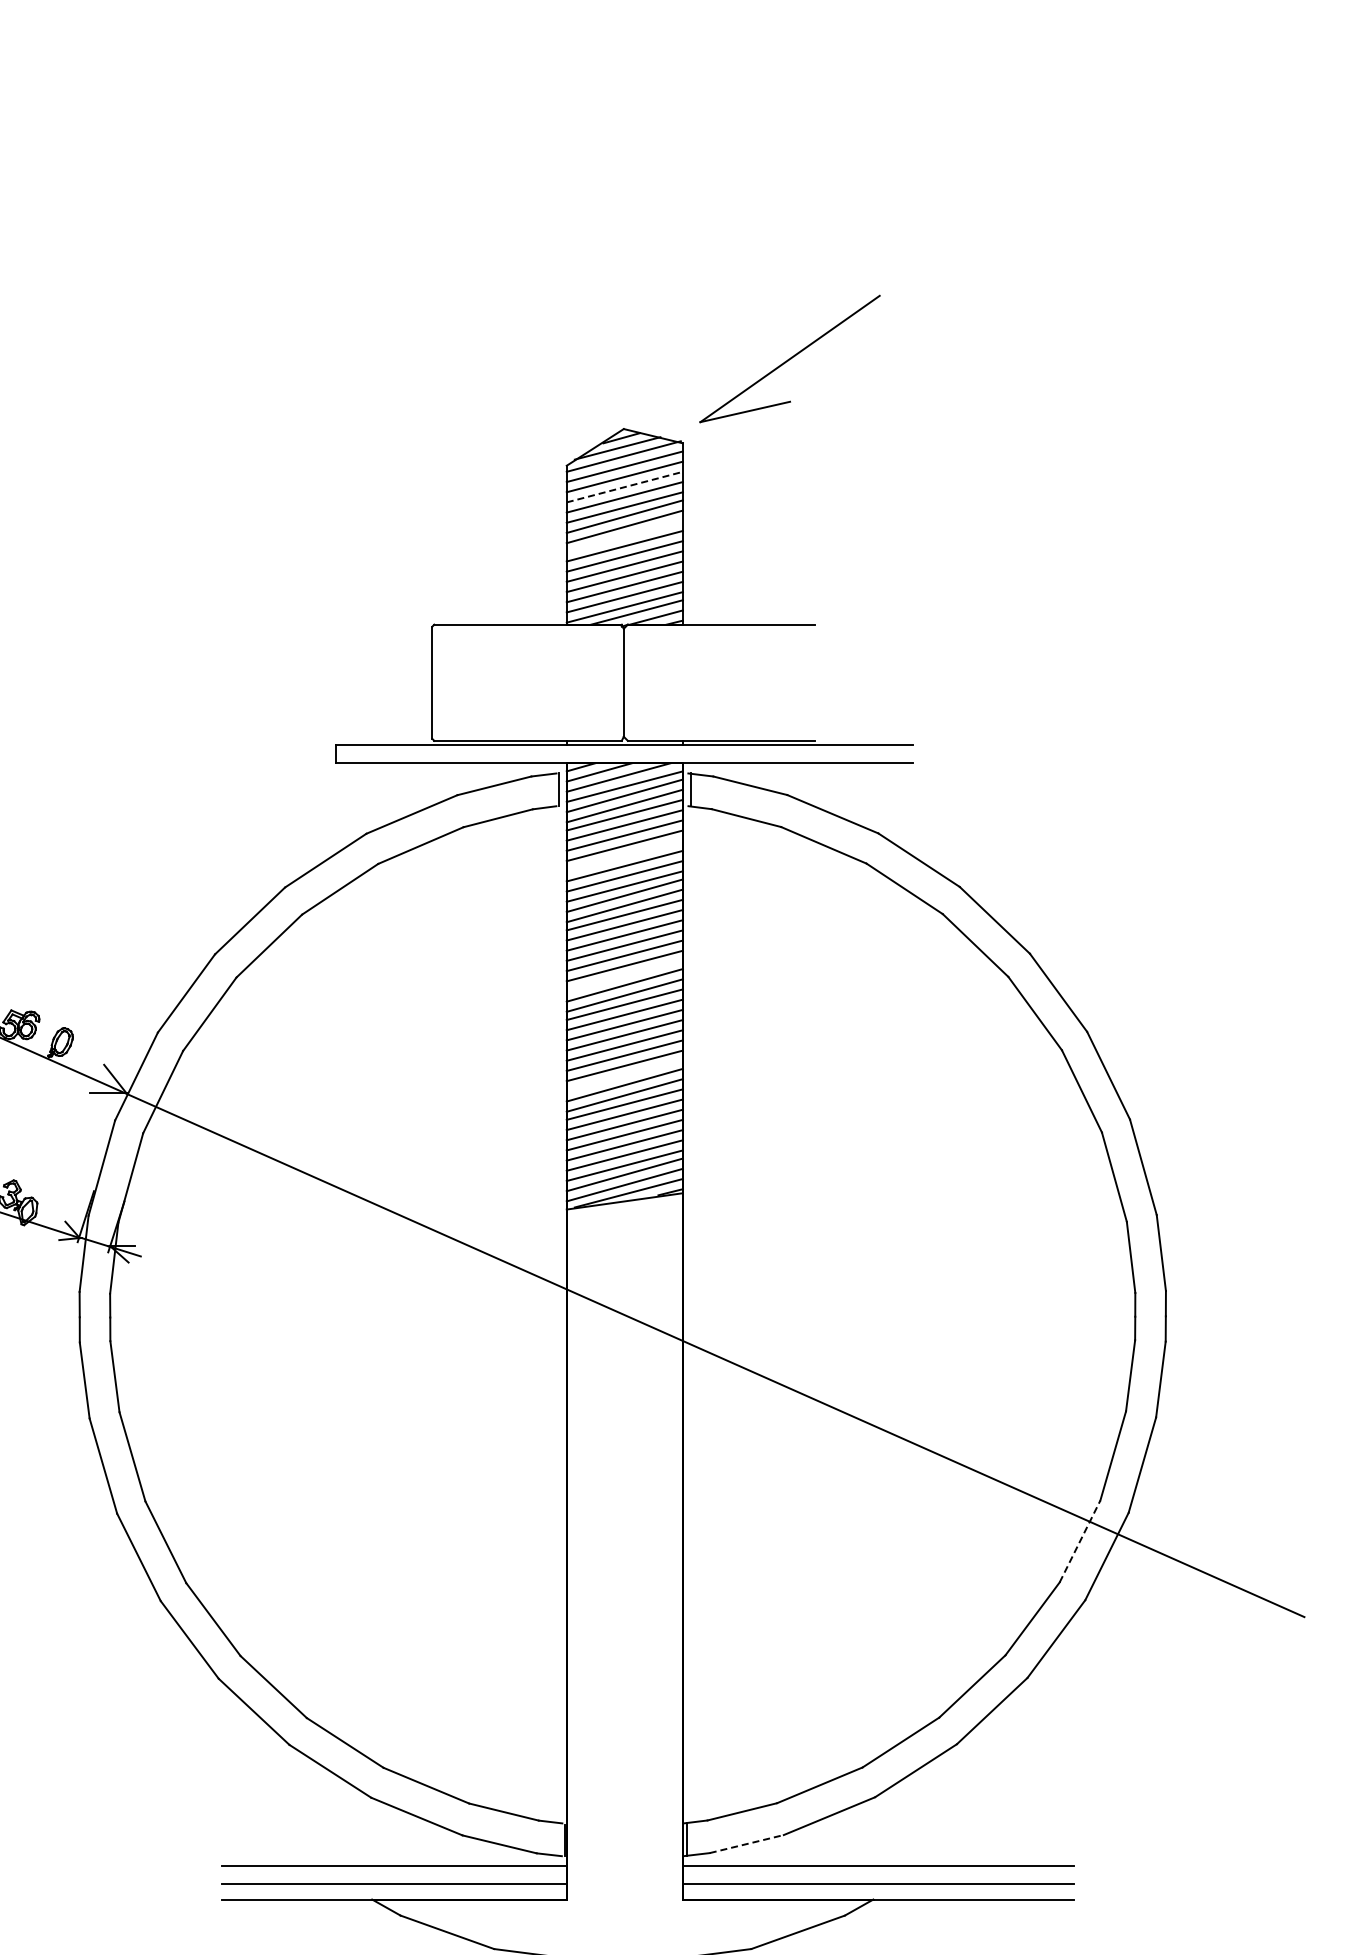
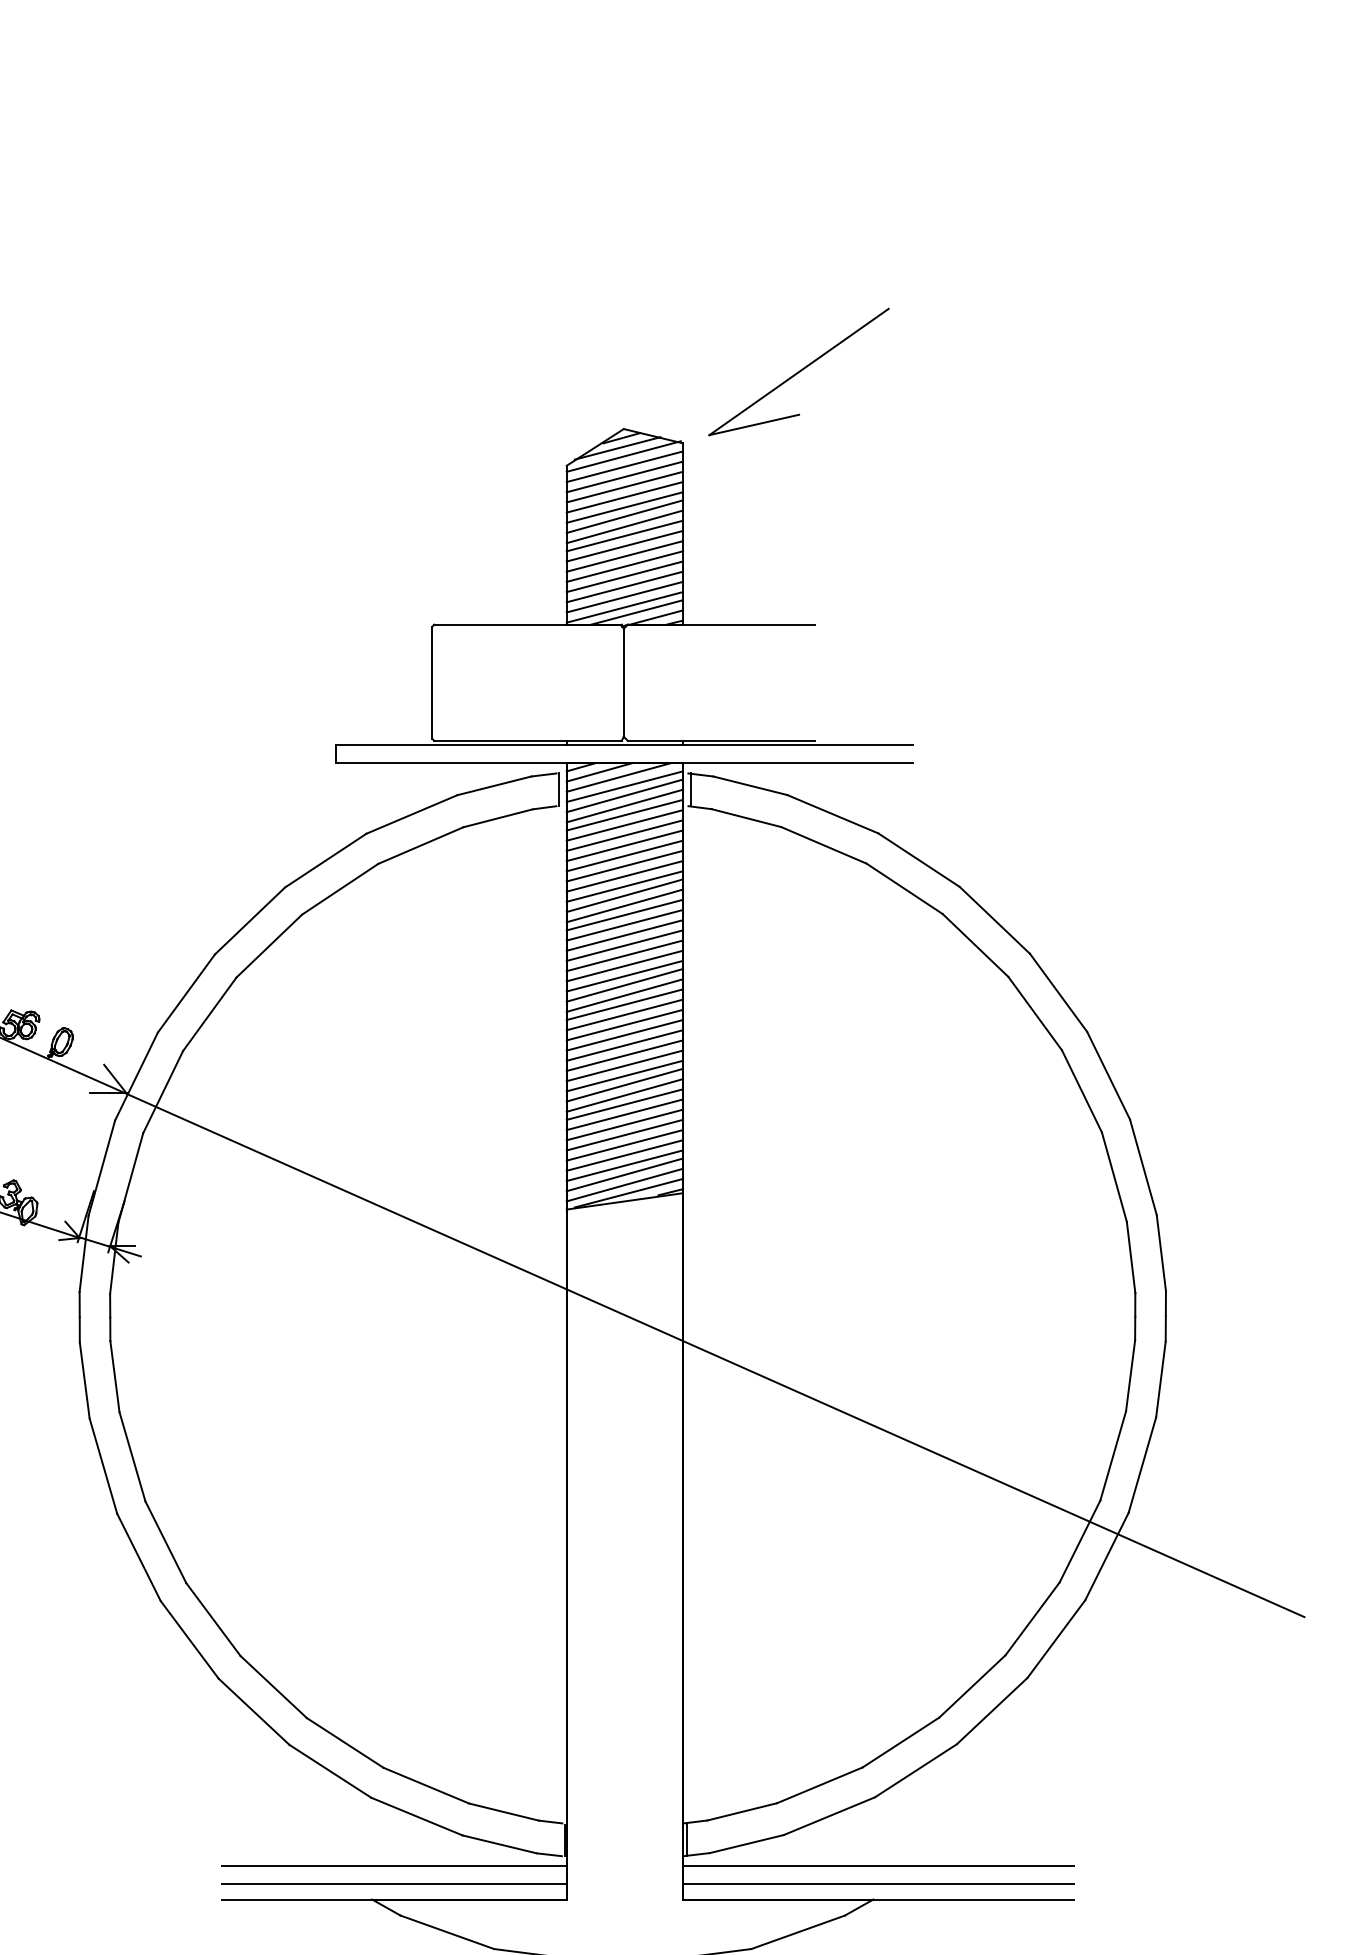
part at (789, 358) position: (789, 358) -> (798, 371)
line at (625, 487): dashed -> solid
line at (624, 535): none -> present
line at (624, 855): none -> present
line at (624, 975): none -> present
line at (624, 1075): none -> present
line at (1080, 1541): dashed -> solid
line at (747, 1843): dashed -> solid
